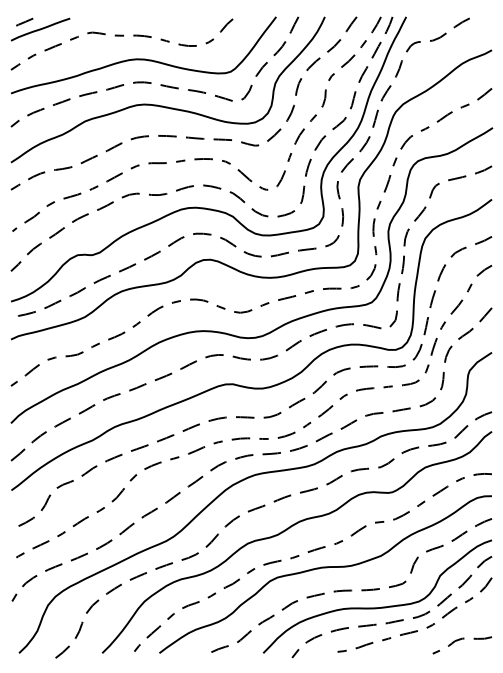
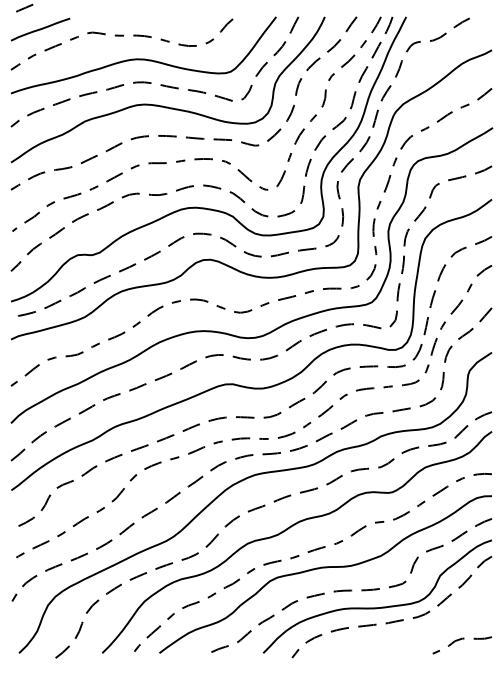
line at (24, 21) position: (24, 21) -> (24, 7)
curve at (414, 630): present -> none
